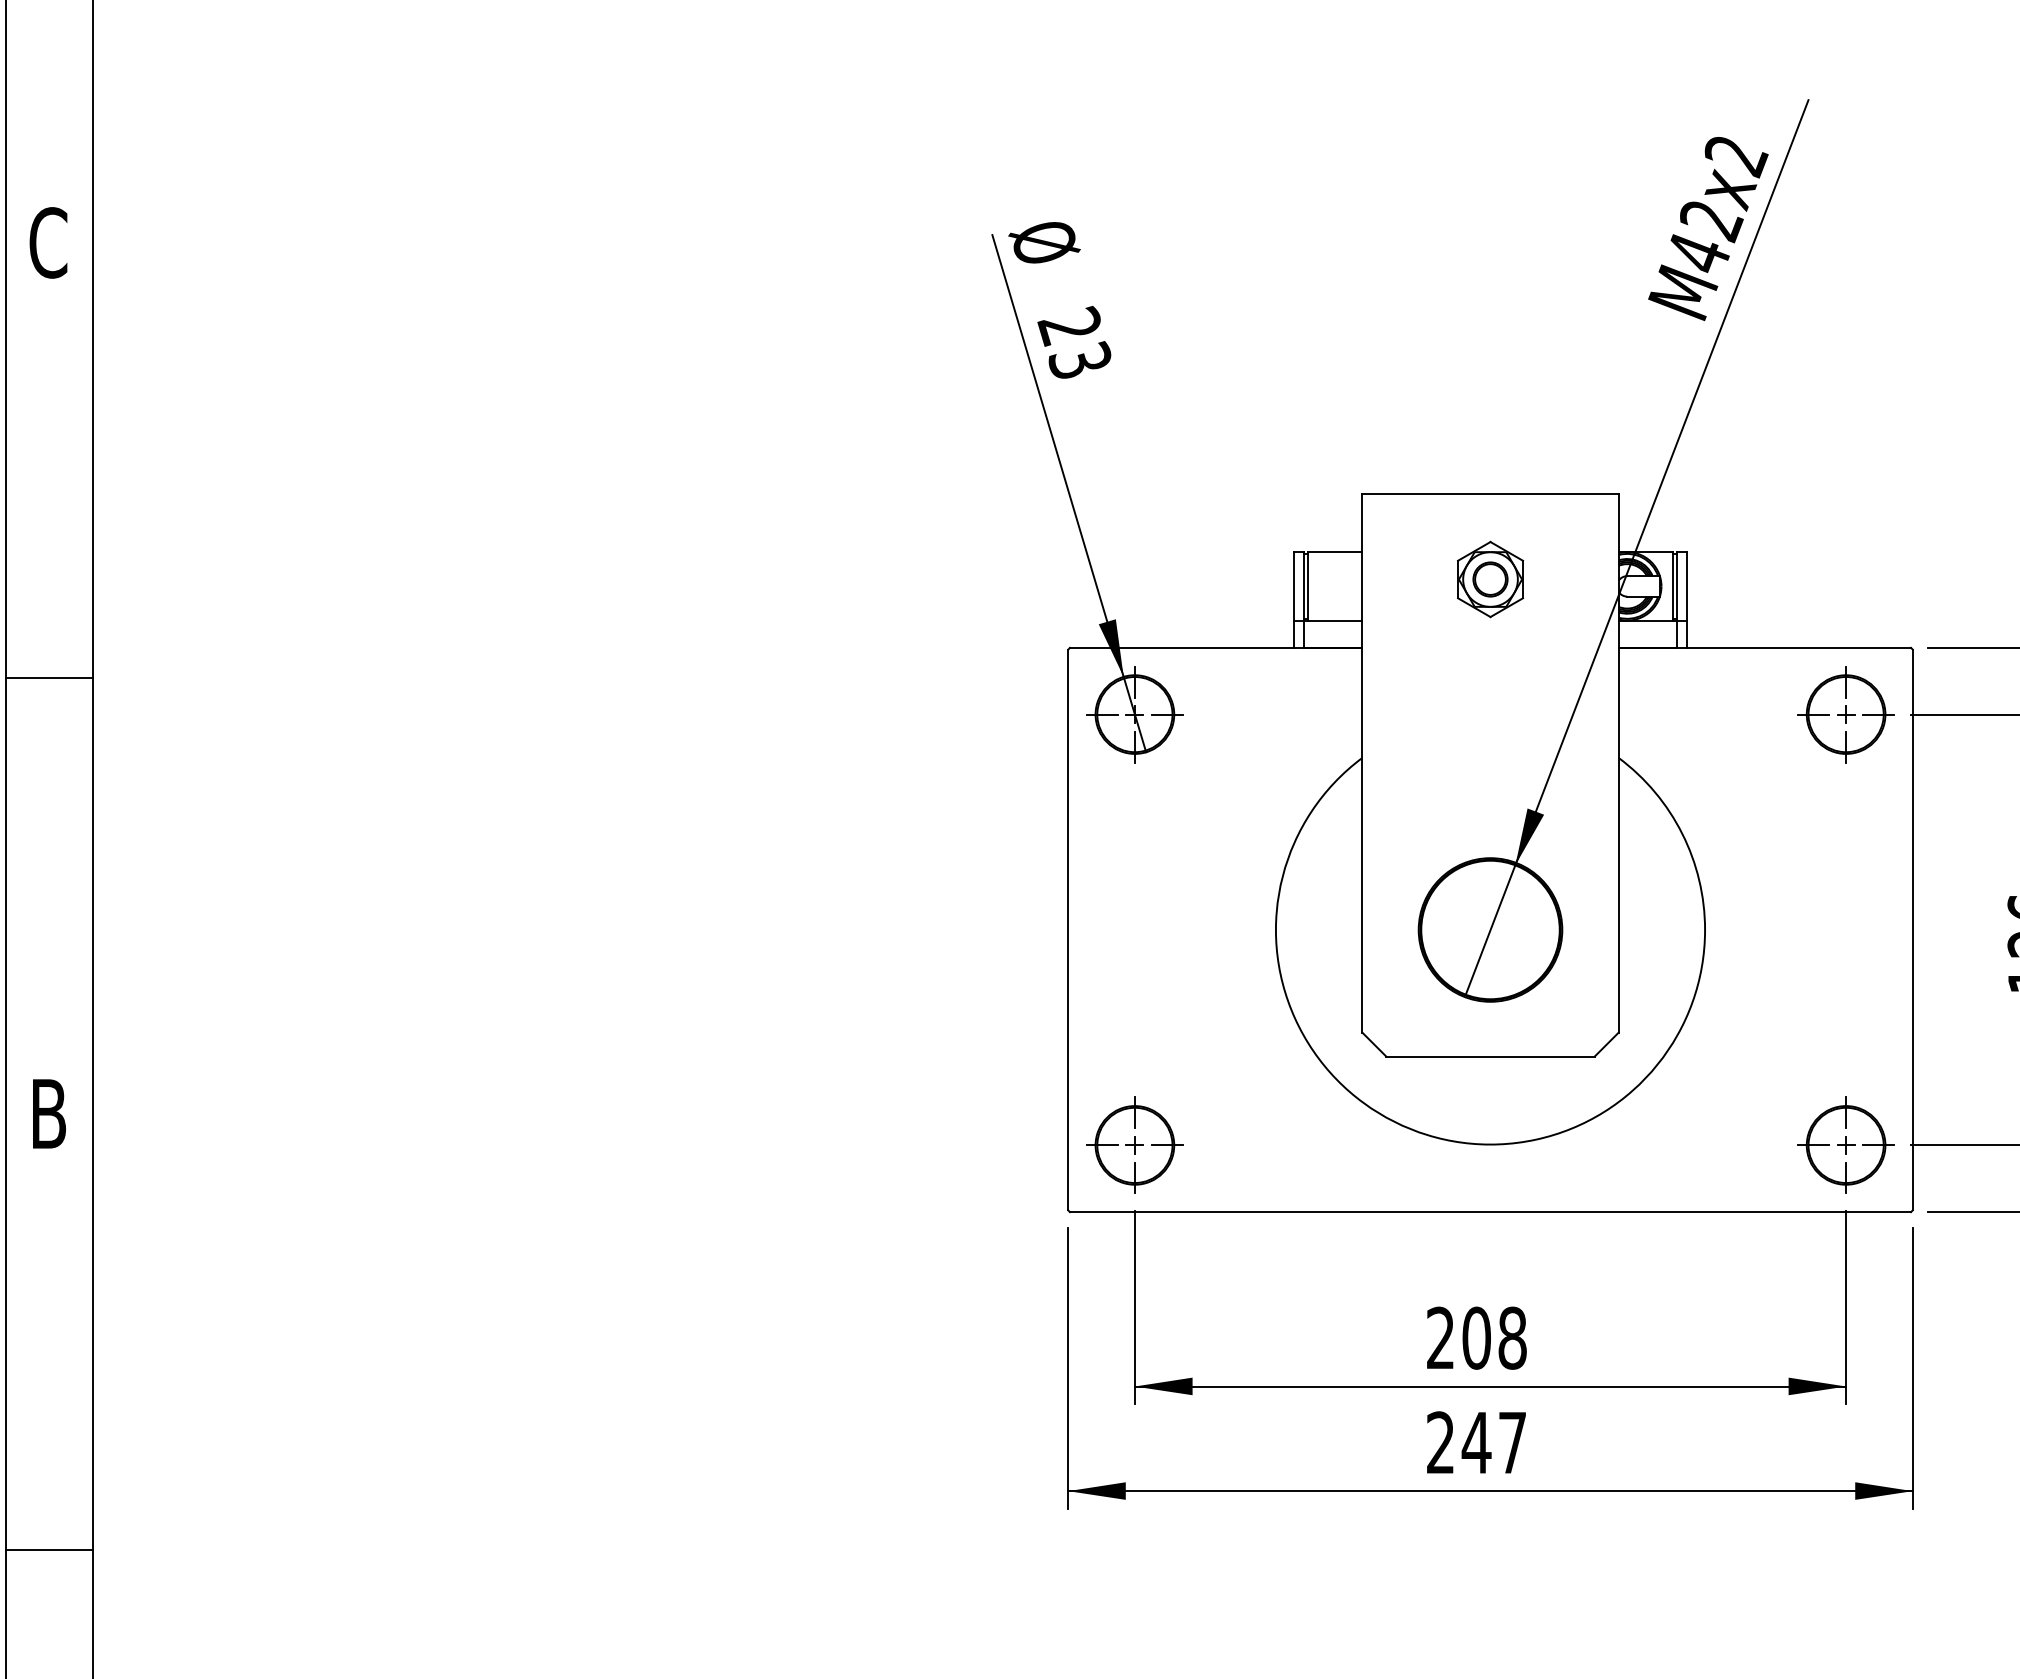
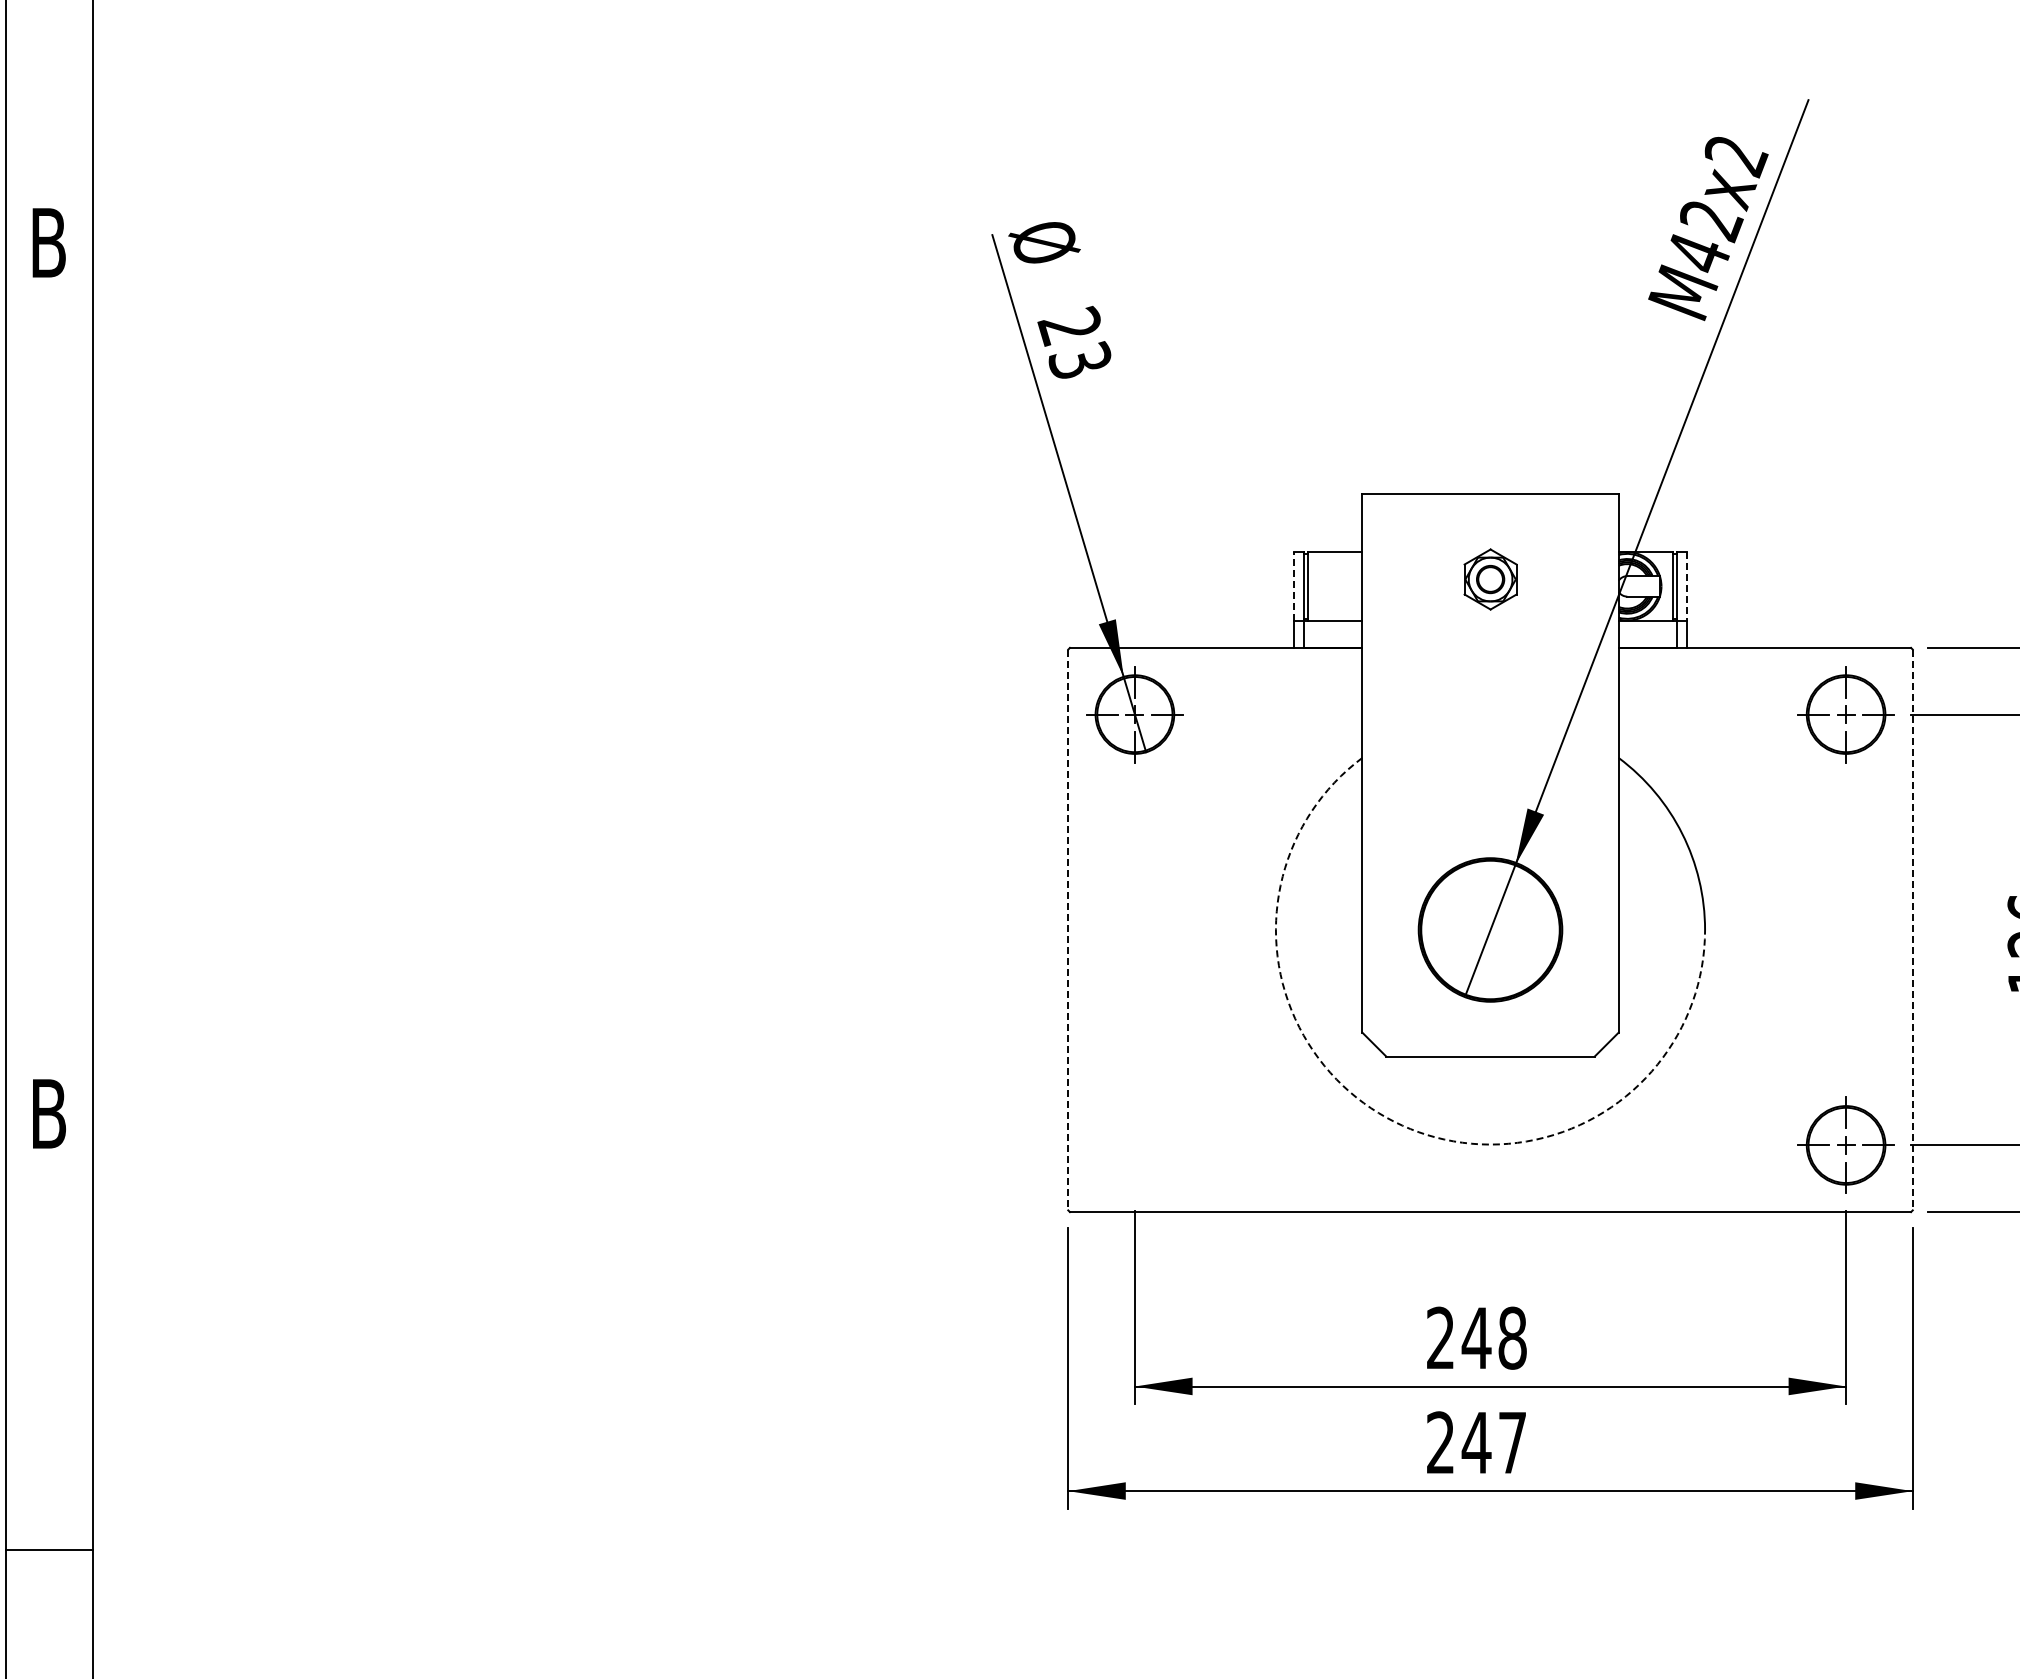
text at (48, 242): C -> B
part at (1490, 579) size: 68x79 px -> 55x63 px
line at (1293, 585): solid -> dashed
line at (1687, 586): solid -> dashed
line at (48, 678): present -> none
line at (1068, 930): solid -> dashed
line at (1912, 930): solid -> dashed
arc at (1394, 1121): solid -> dashed
part at (1134, 1144): present -> none
text at (1476, 1337): 208 -> 248
